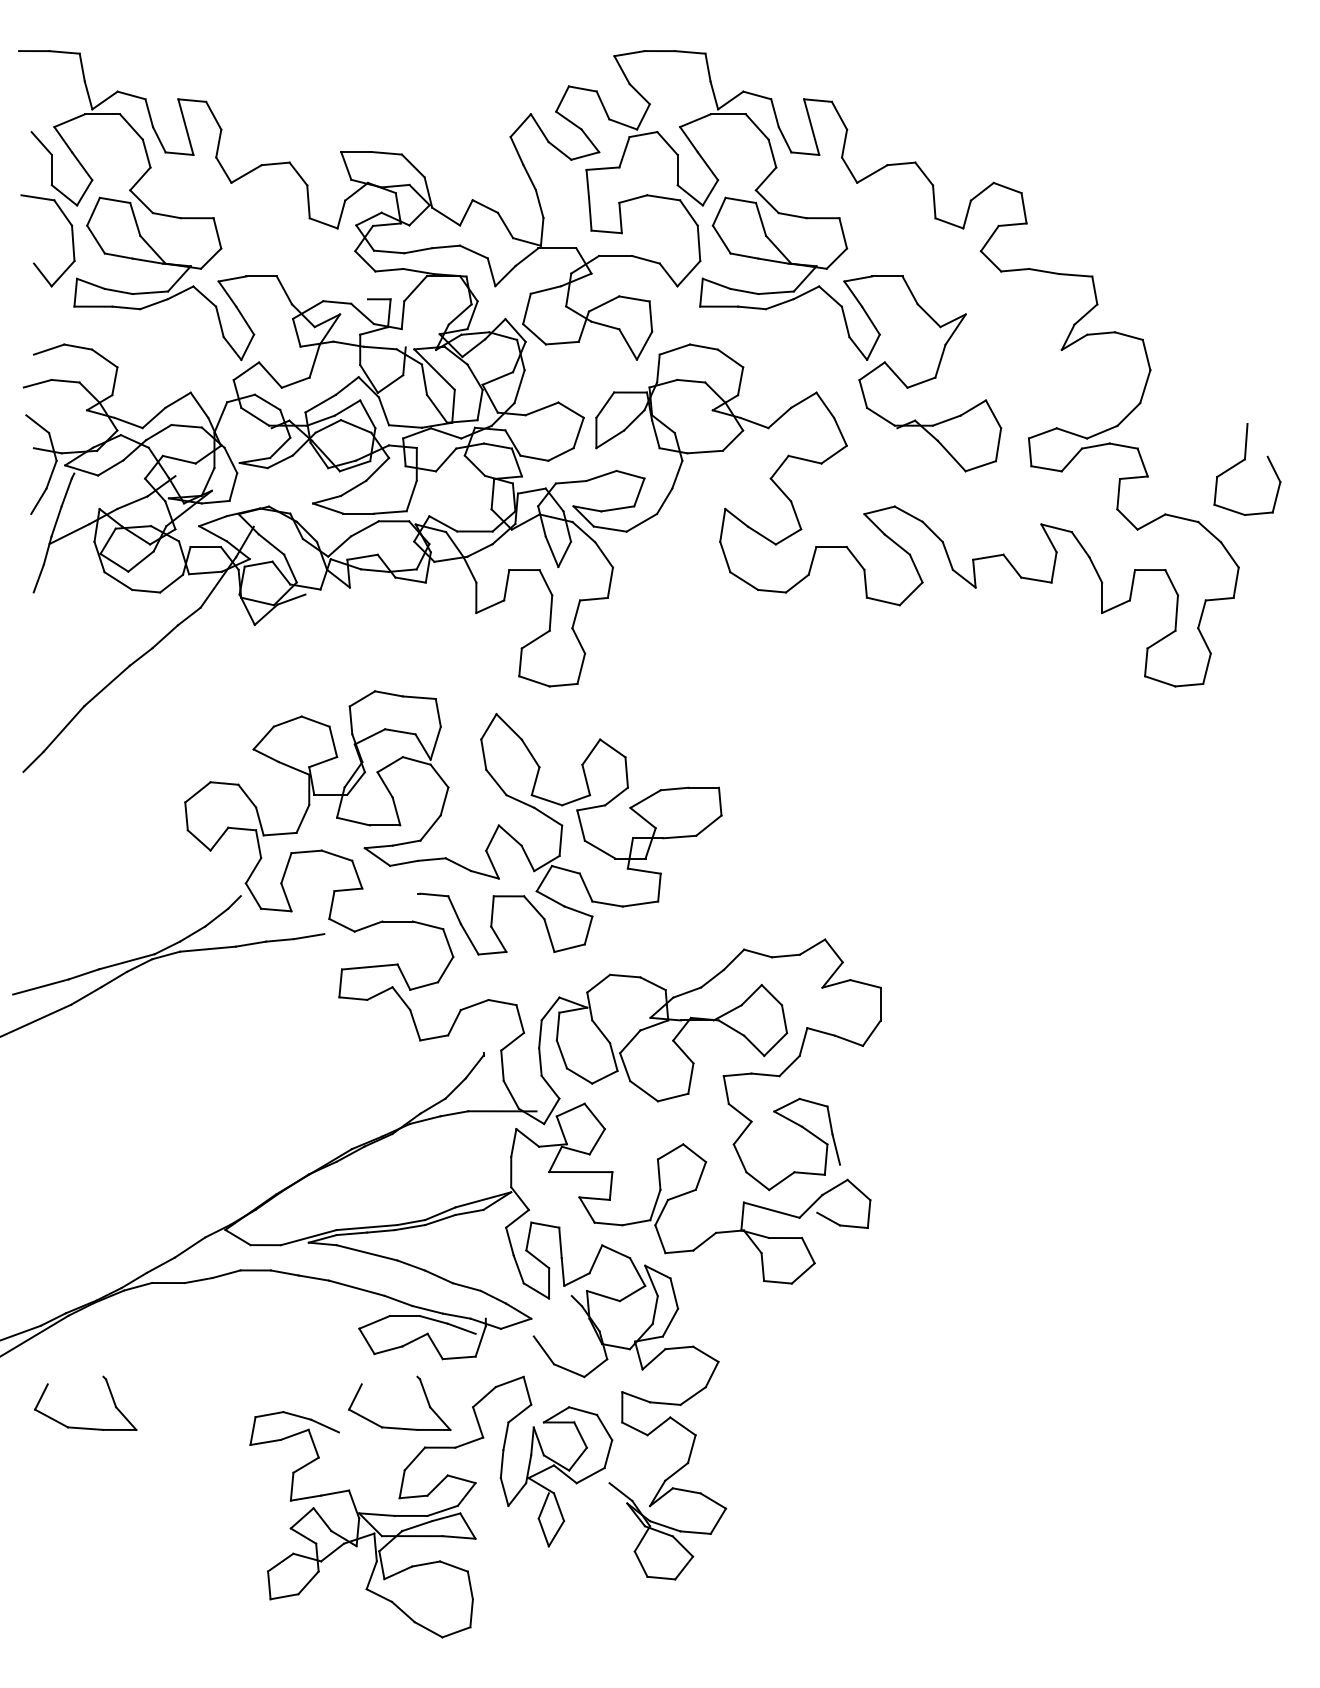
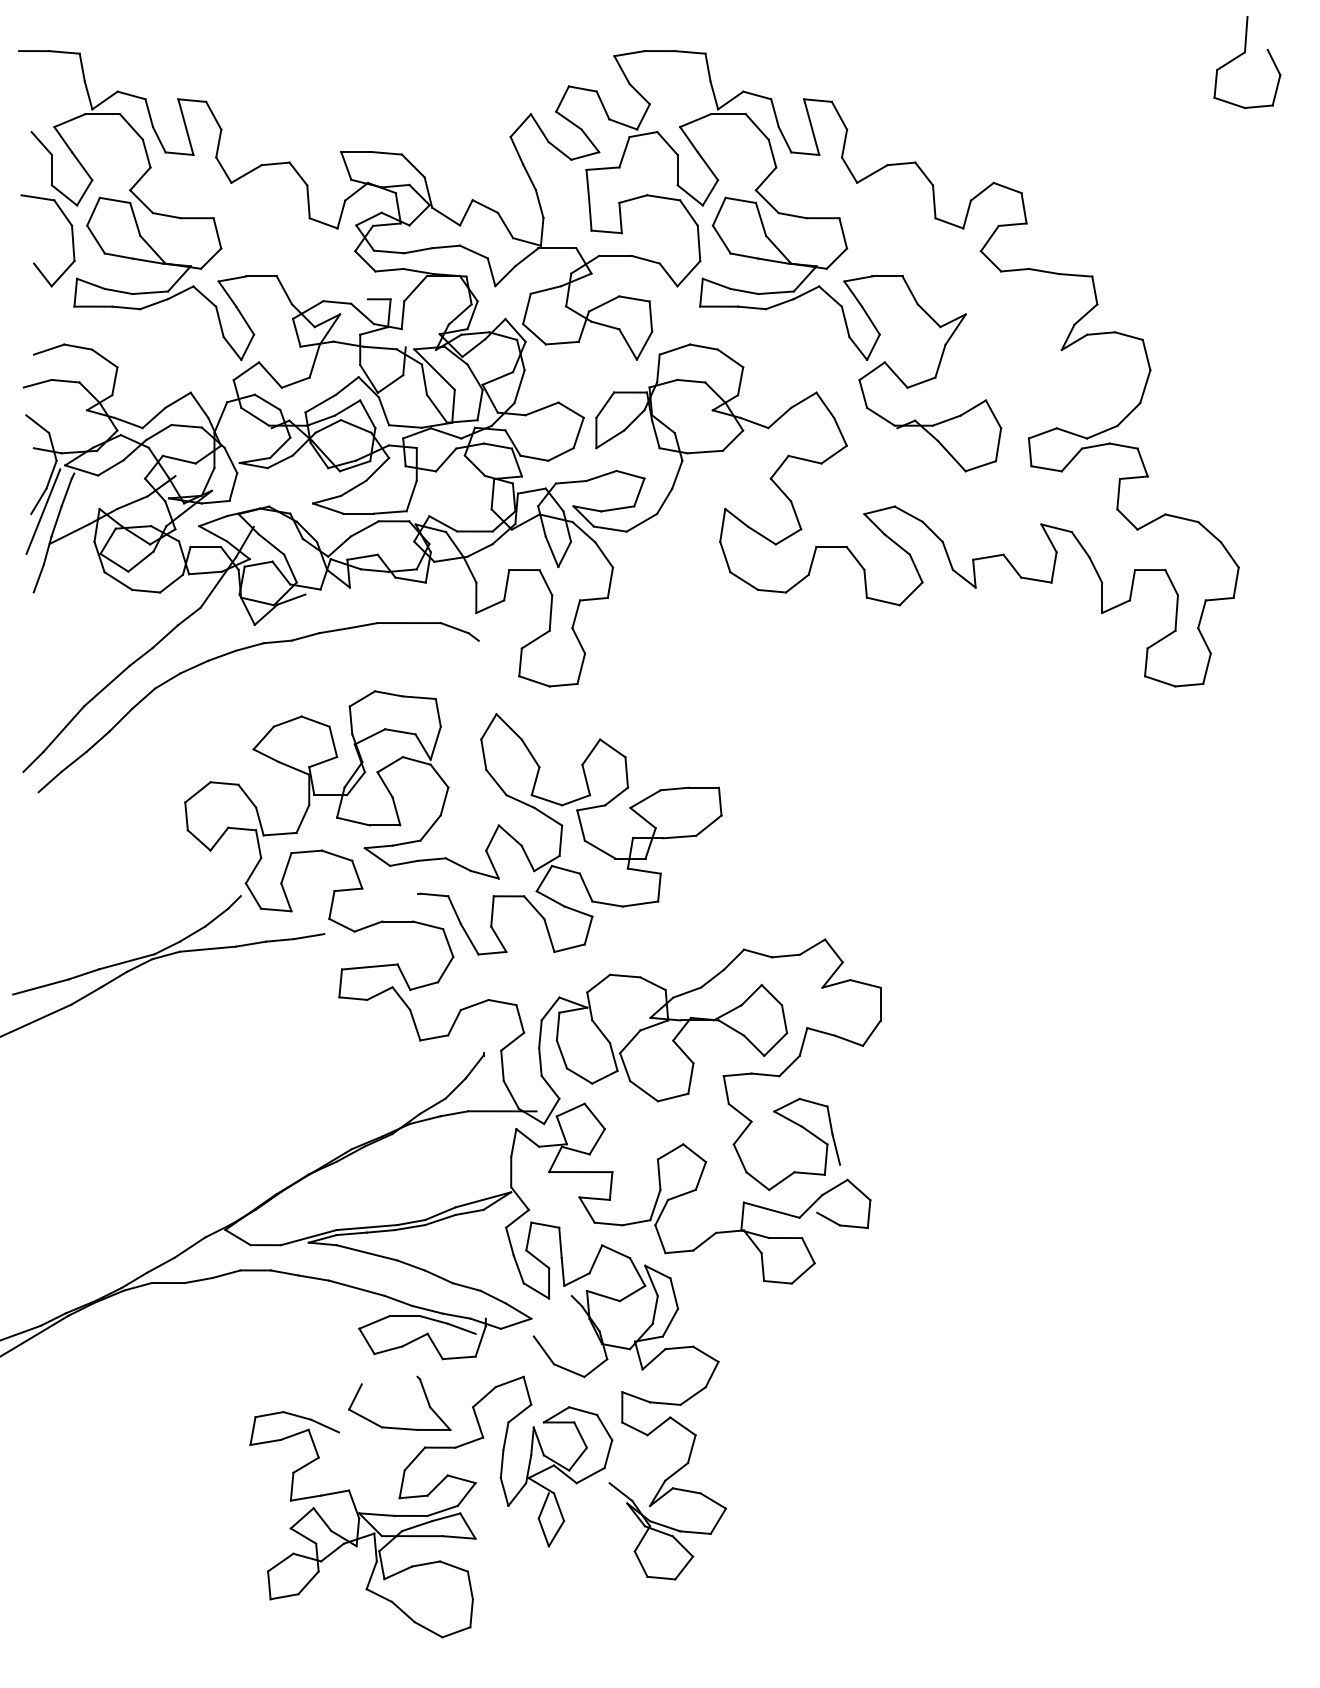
part at (1243, 461) position: (1243, 461) -> (1243, 54)
line at (43, 511): none -> present
part at (245, 649): none -> present
part at (85, 1427): present -> none
